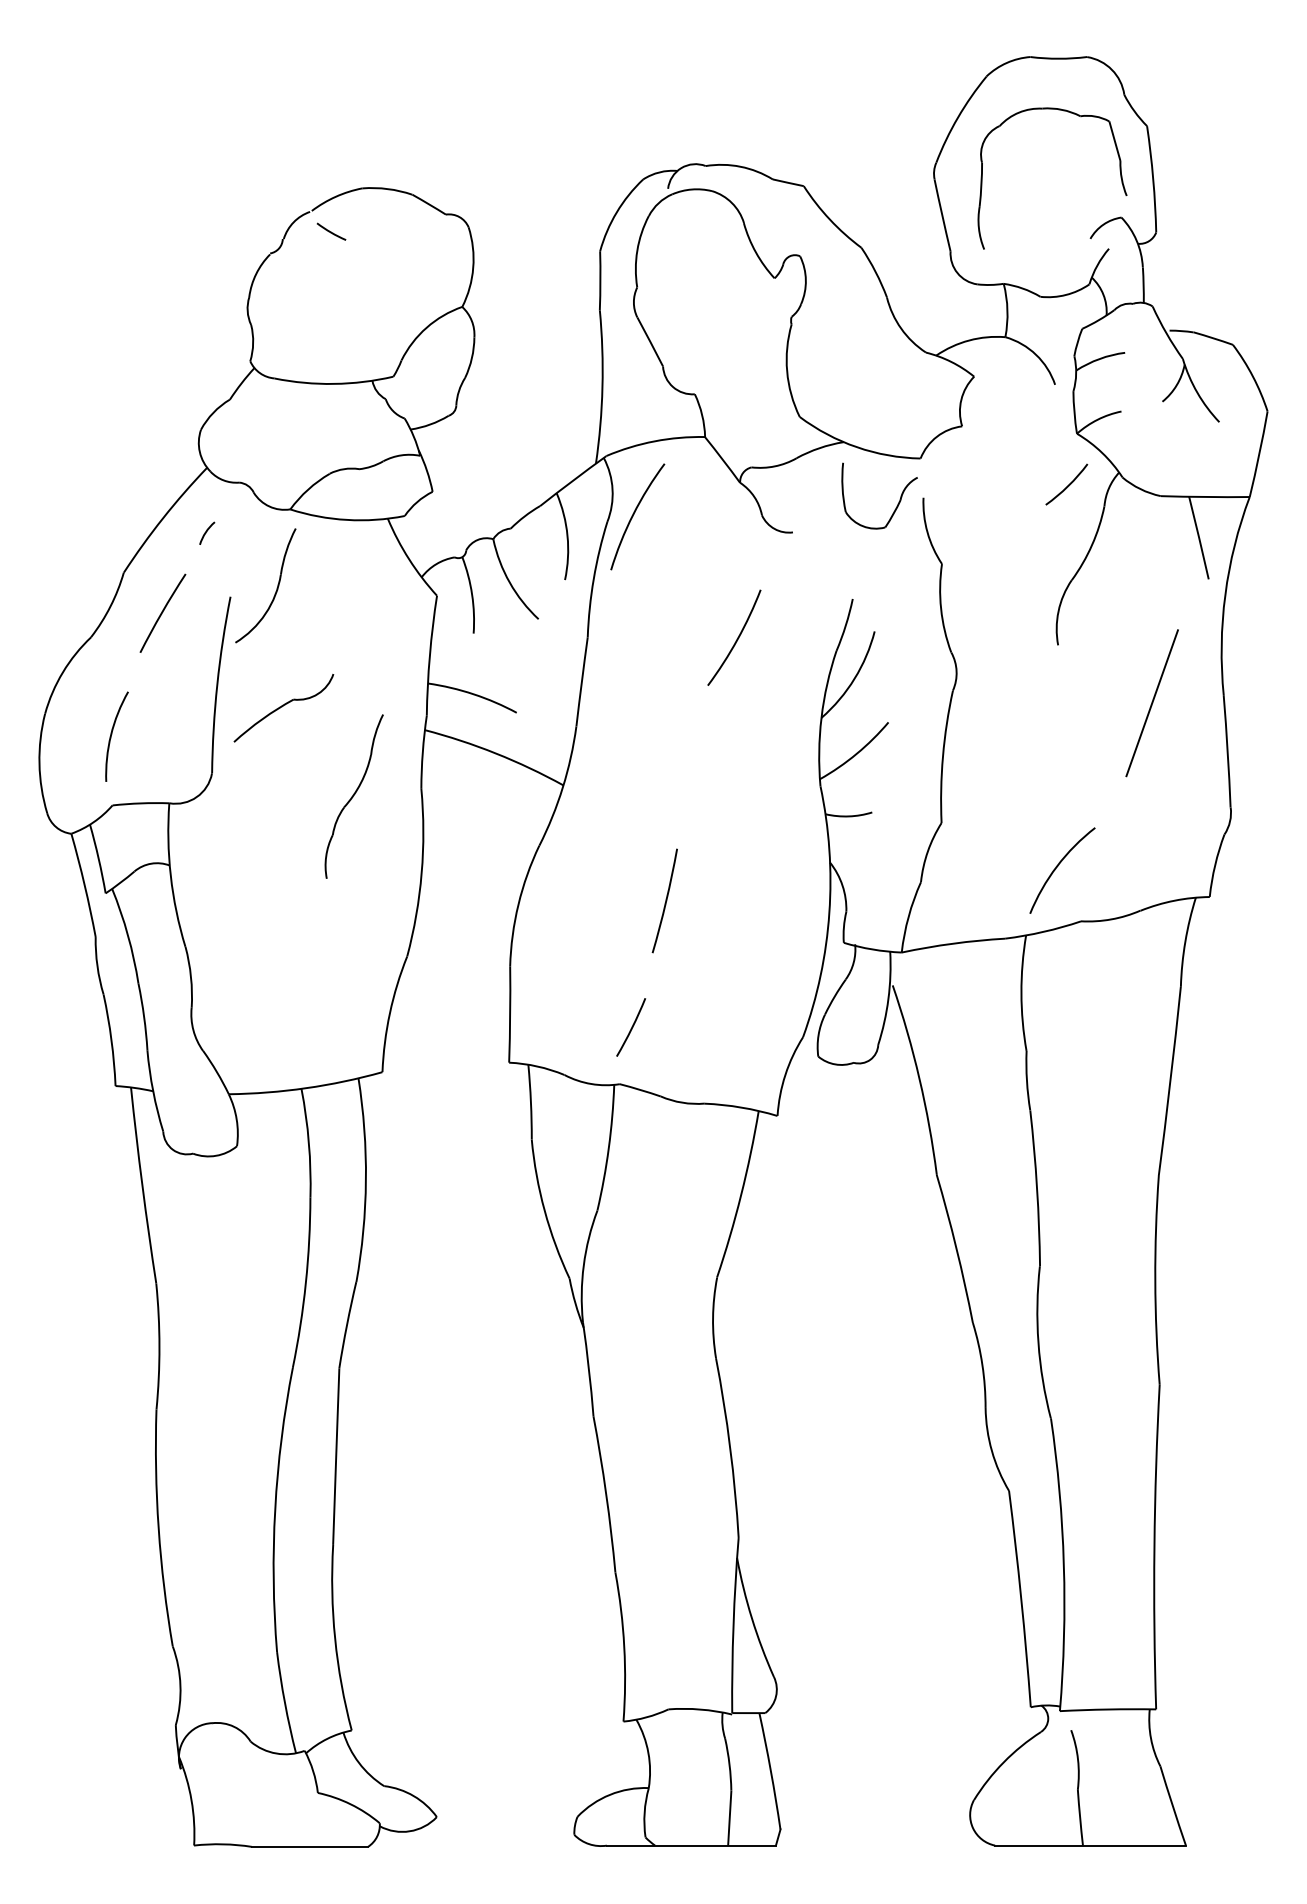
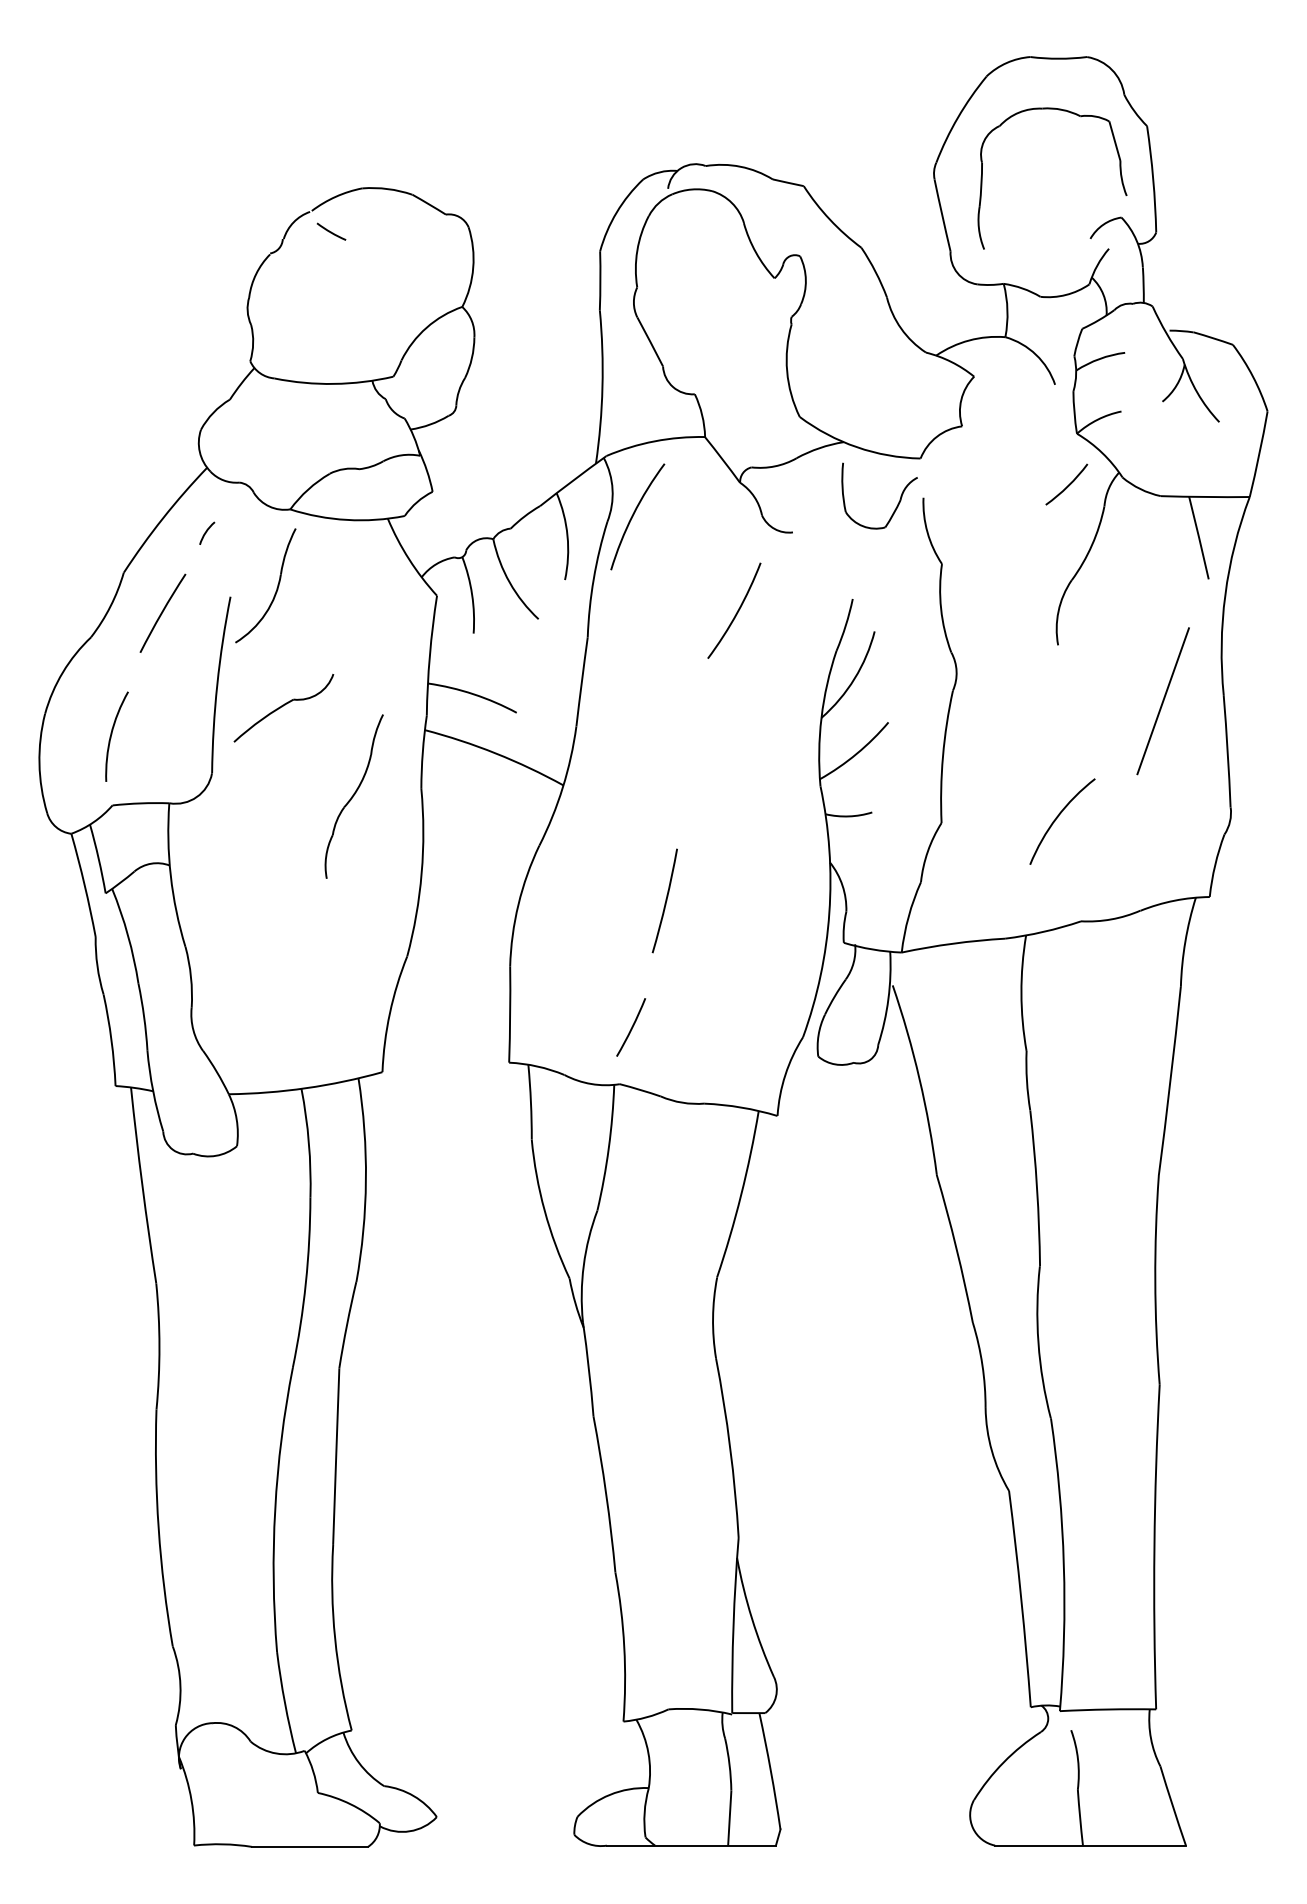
arc at (736, 639) position: (736, 639) -> (736, 612)
line at (1151, 703) position: (1151, 703) -> (1162, 701)
arc at (1058, 866) position: (1058, 866) -> (1058, 817)
